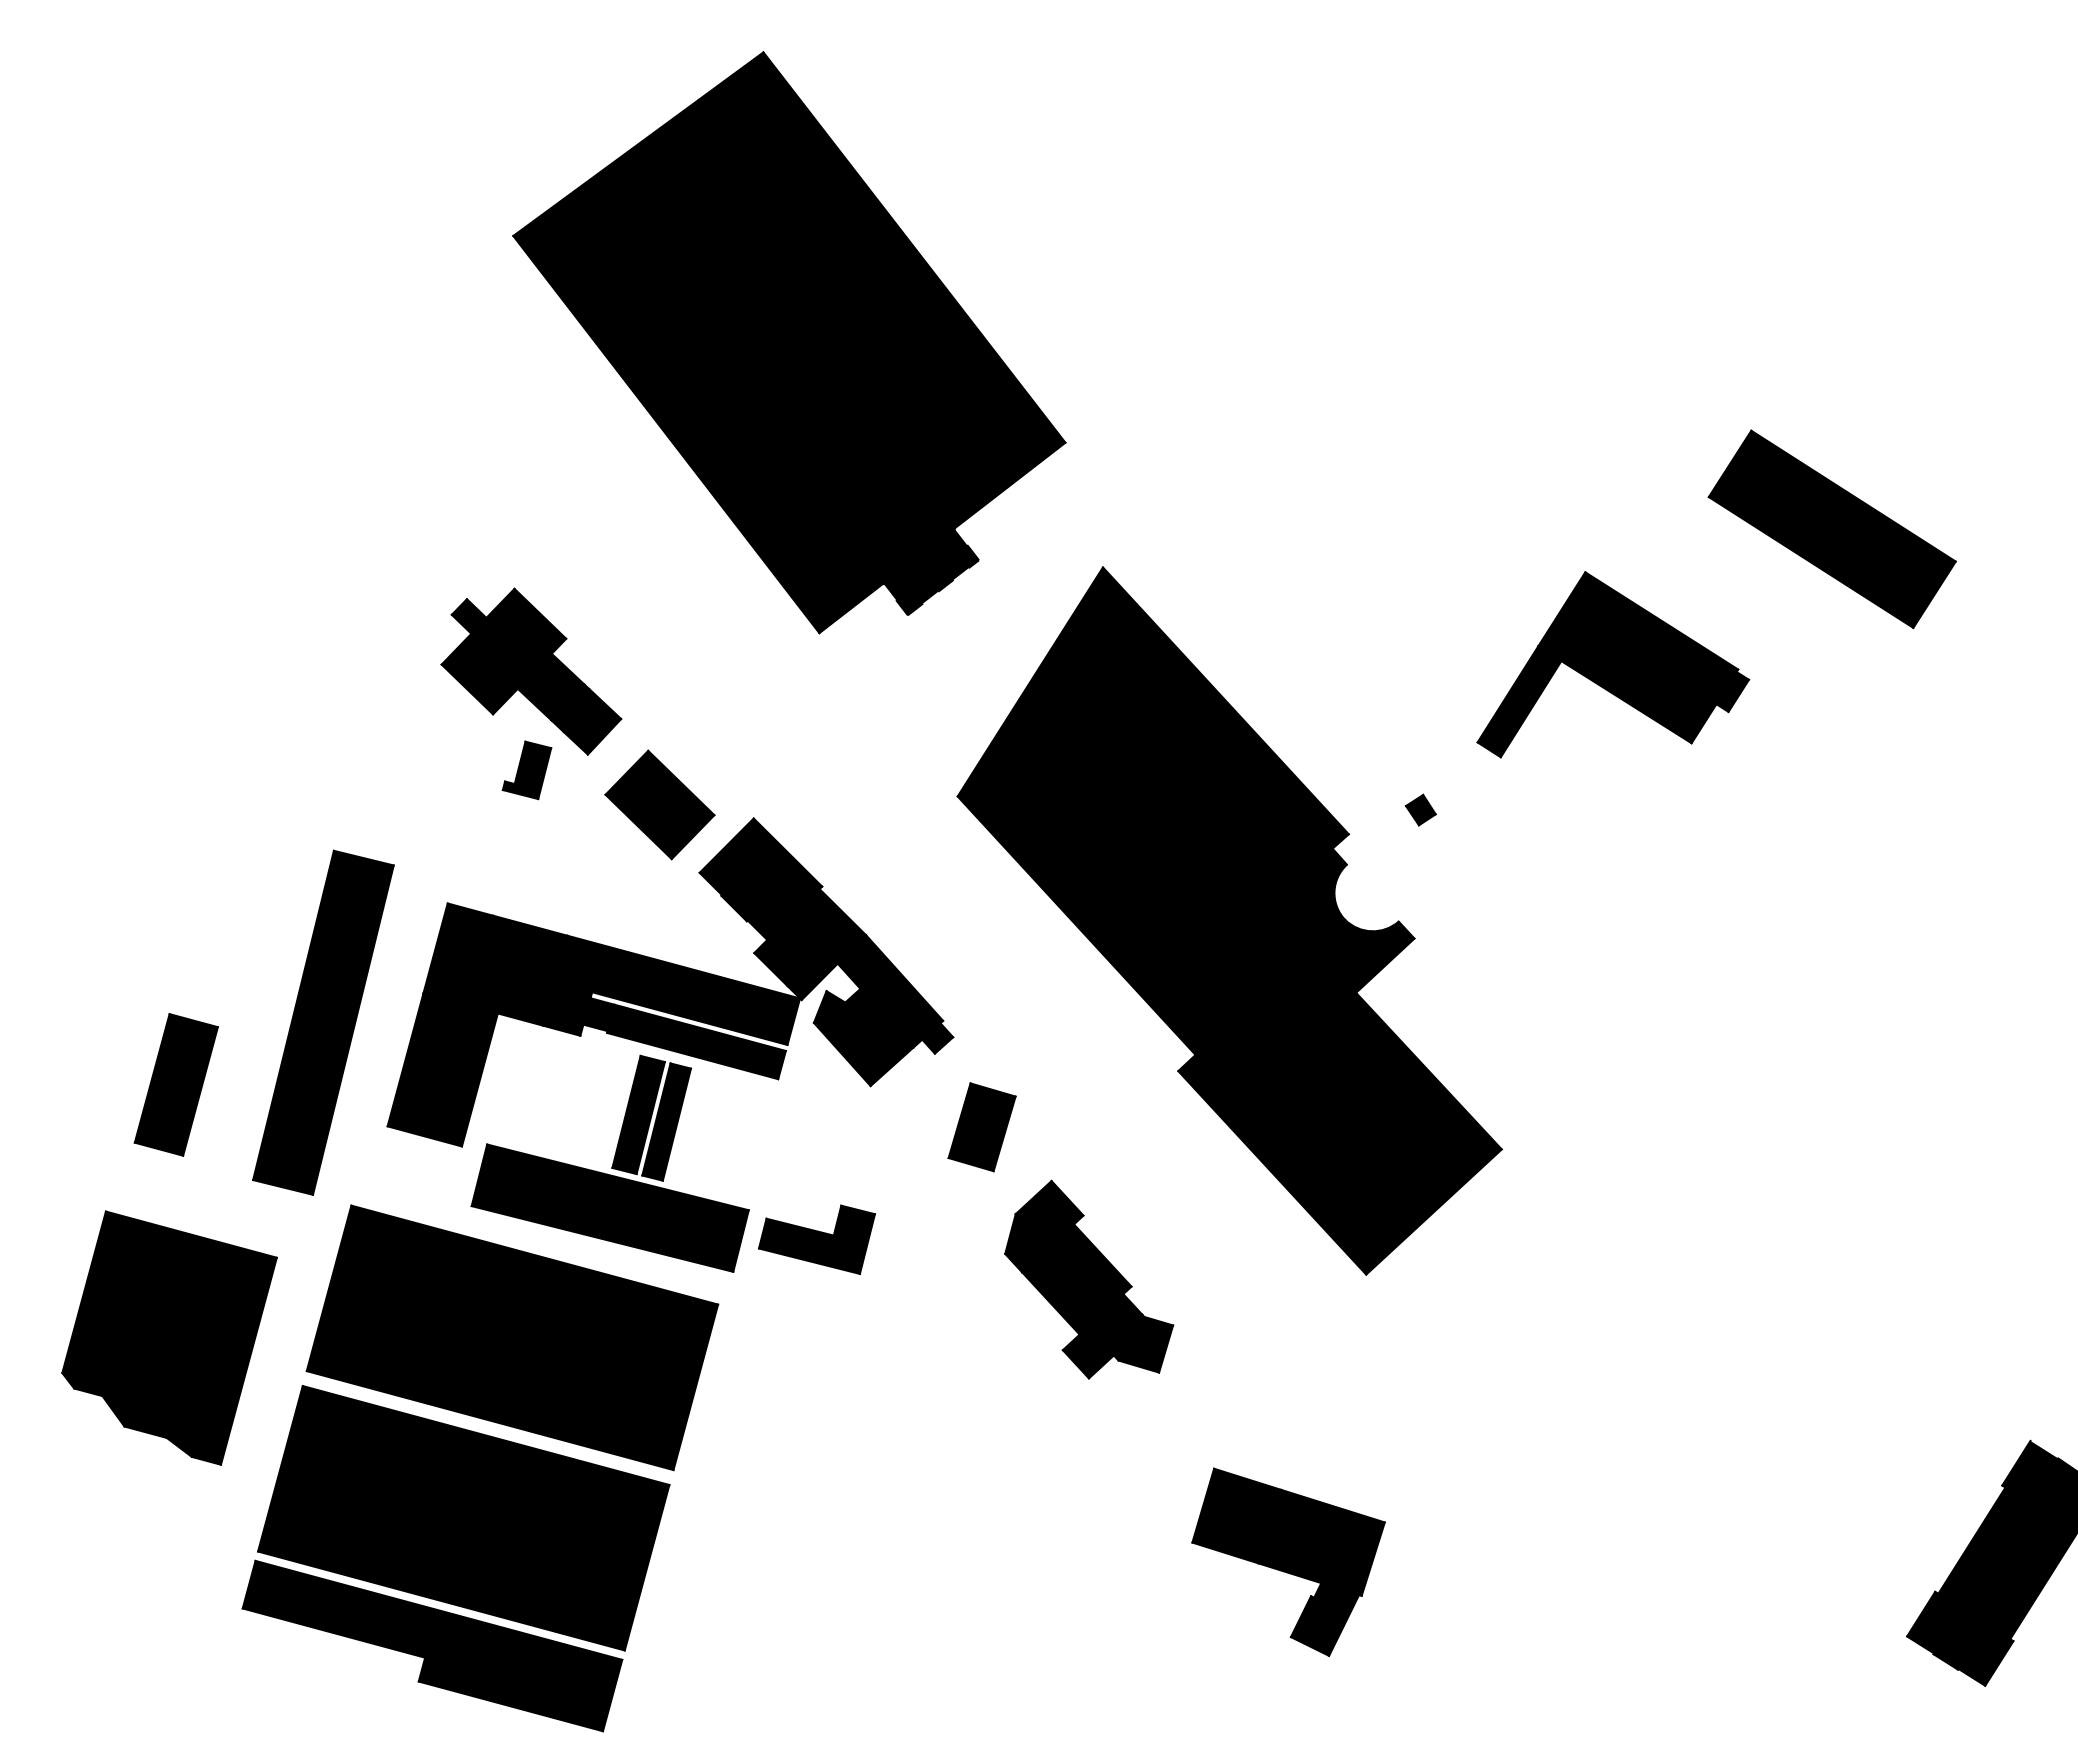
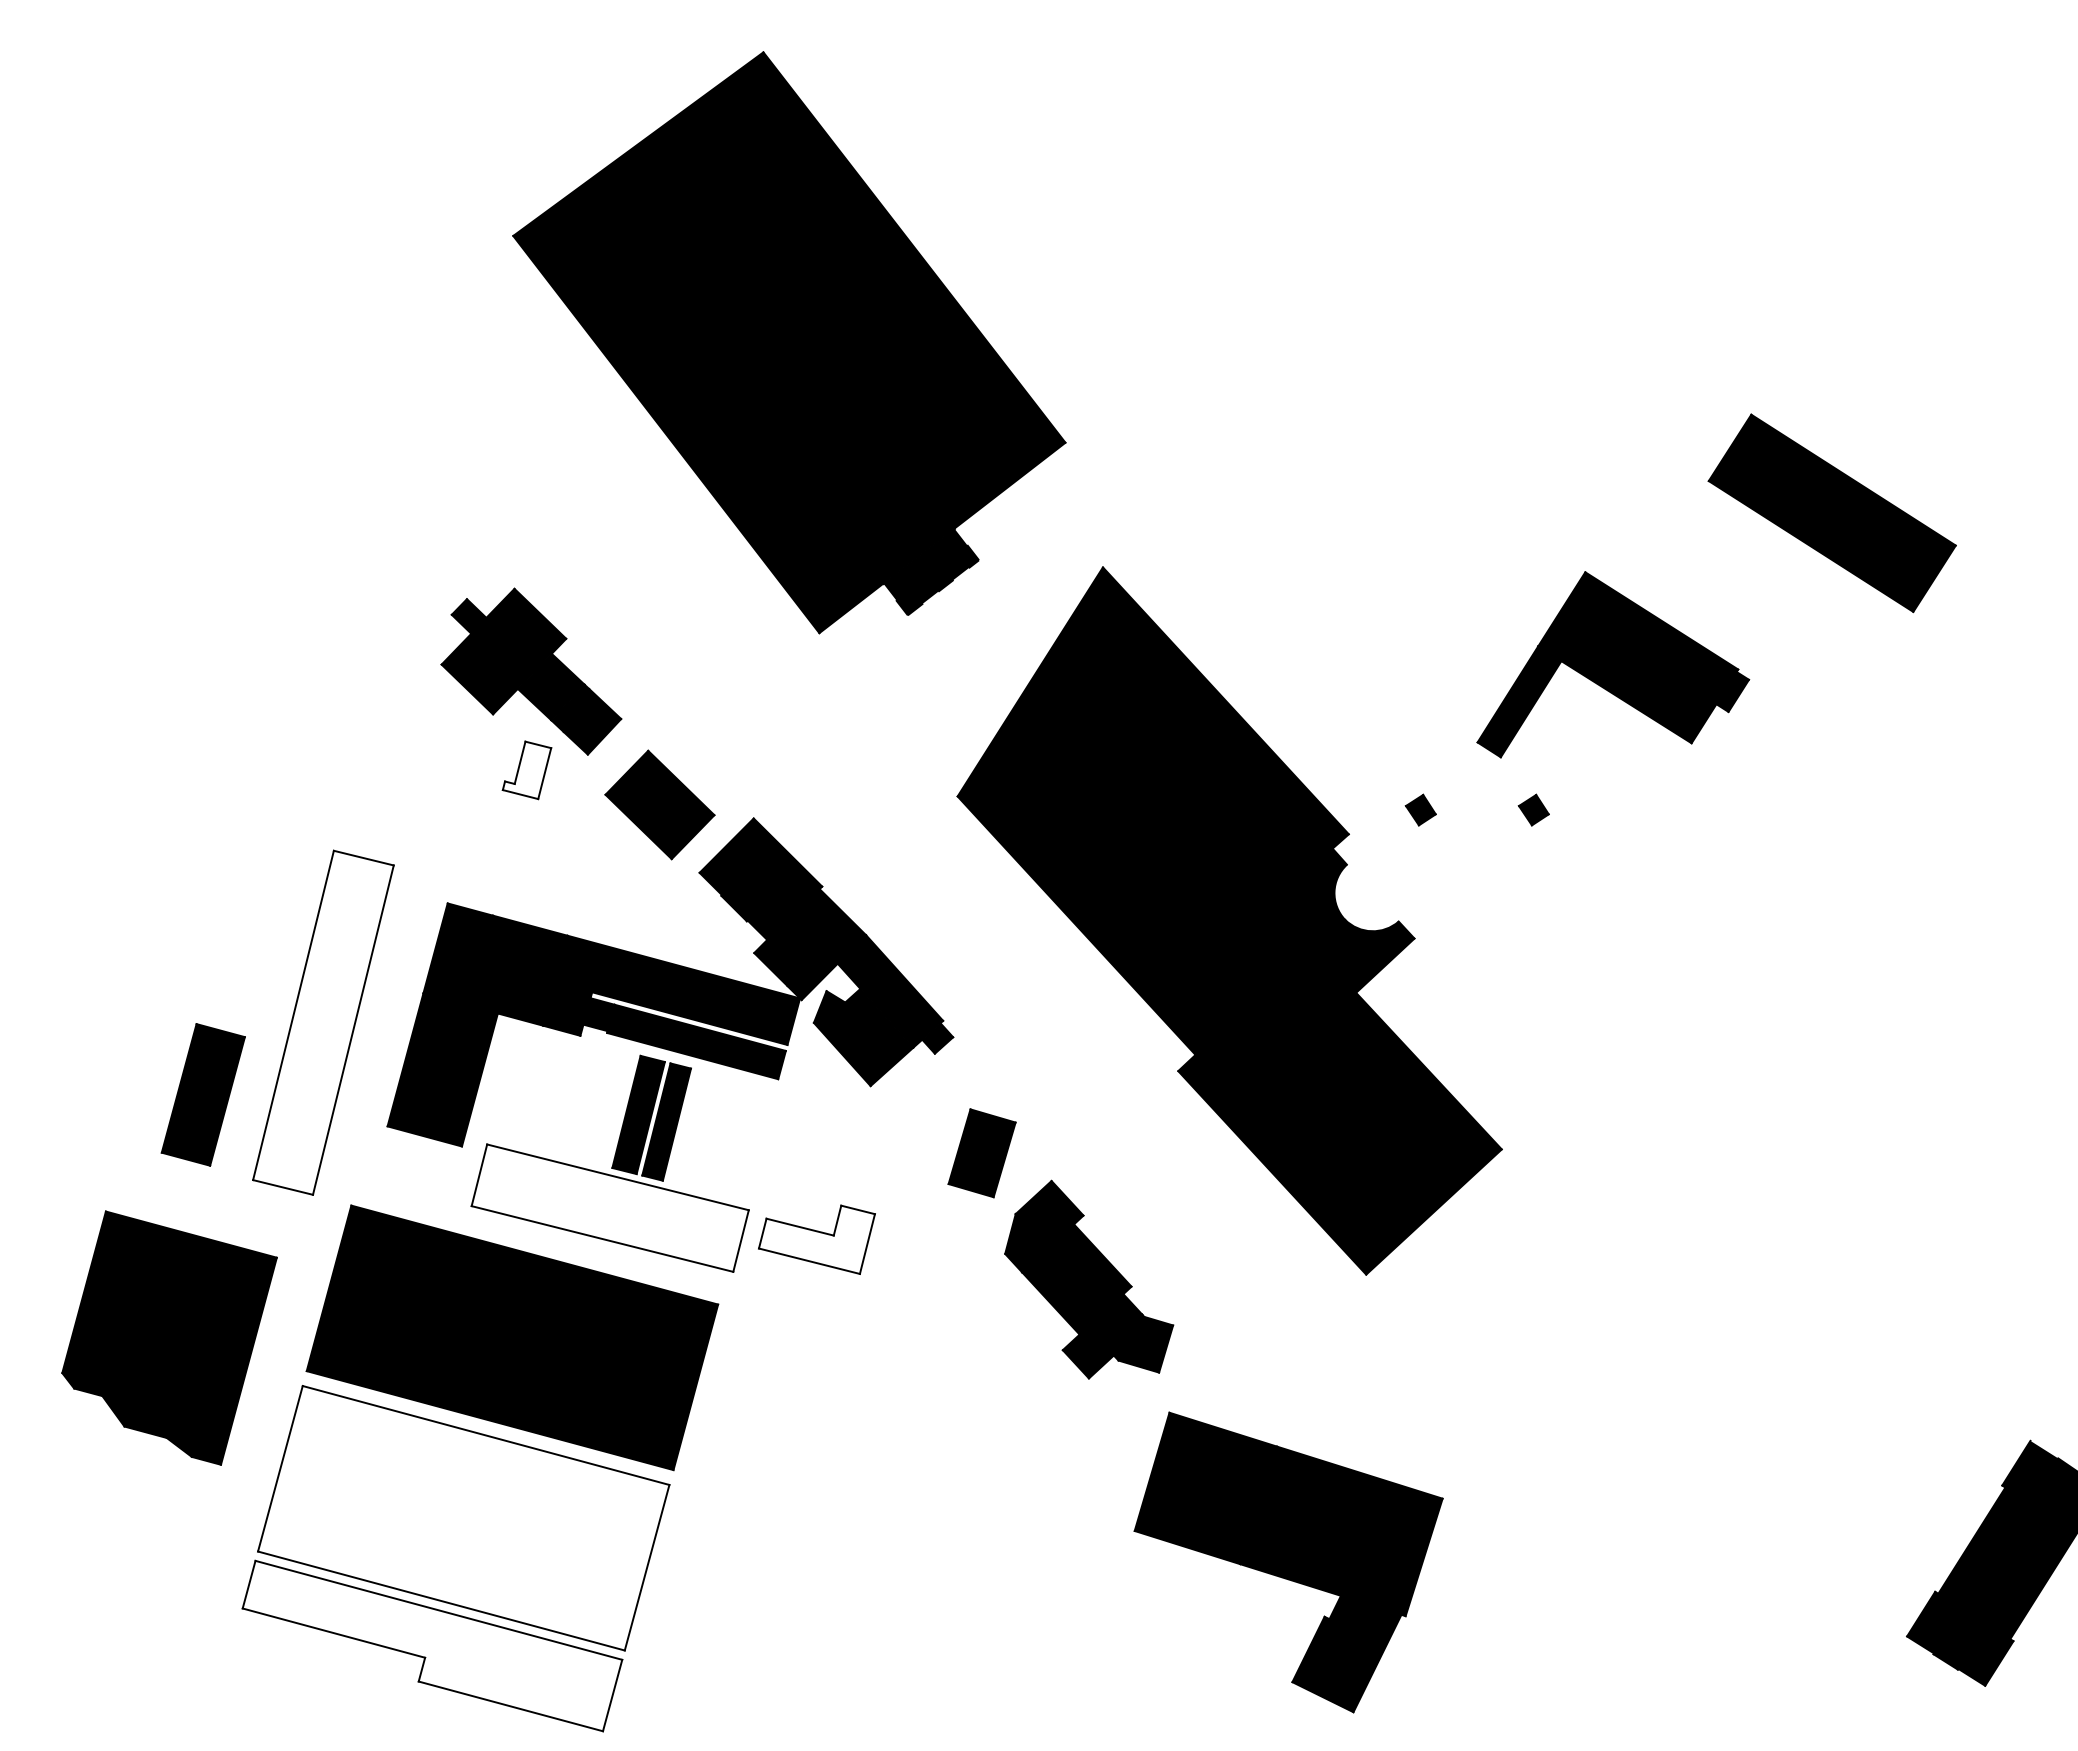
part at (1831, 529) position: (1831, 529) -> (1831, 513)
fill at (526, 770): present -> none
part at (1533, 809): none -> present
fill at (323, 1022): present -> none
part at (175, 1084) position: (175, 1084) -> (202, 1094)
part at (981, 1127) position: (981, 1127) -> (981, 1153)
fill at (609, 1207): present -> none
fill at (816, 1239): present -> none
fill at (463, 1518): present -> none
part at (1288, 1561) size: 195x190 px -> 311x303 px
fill at (432, 1645): present -> none
